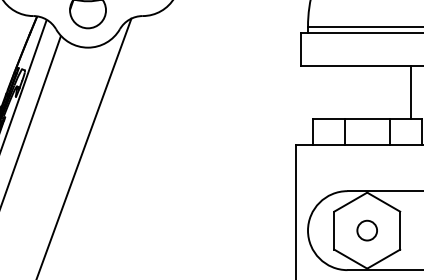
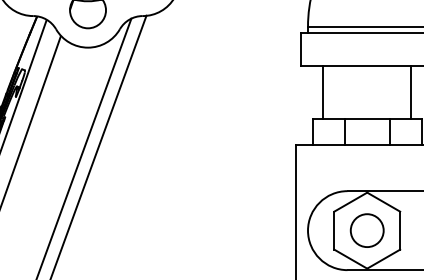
line at (323, 92): none -> present
line at (98, 145): none -> present
circle at (367, 230) diameter: 20 px -> 33 px
